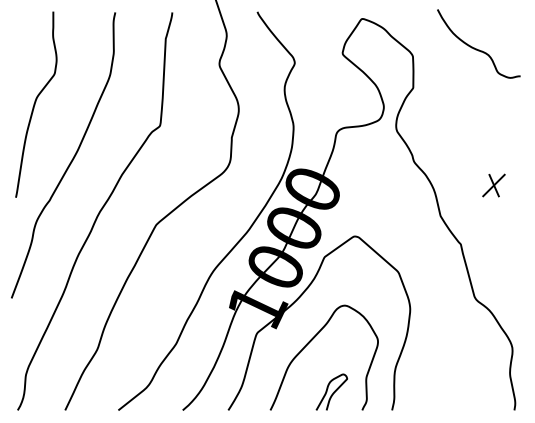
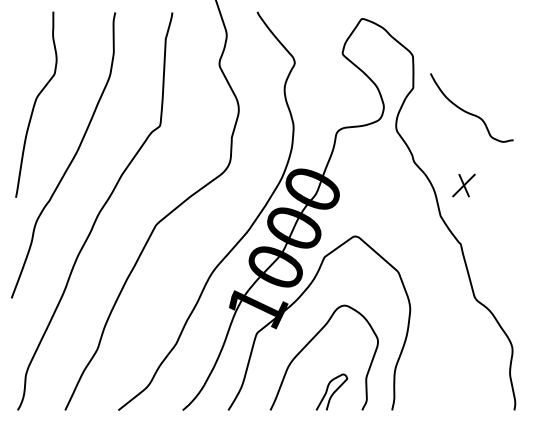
curve at (476, 48) position: (476, 48) -> (469, 112)
part at (493, 185) position: (493, 185) -> (463, 185)
